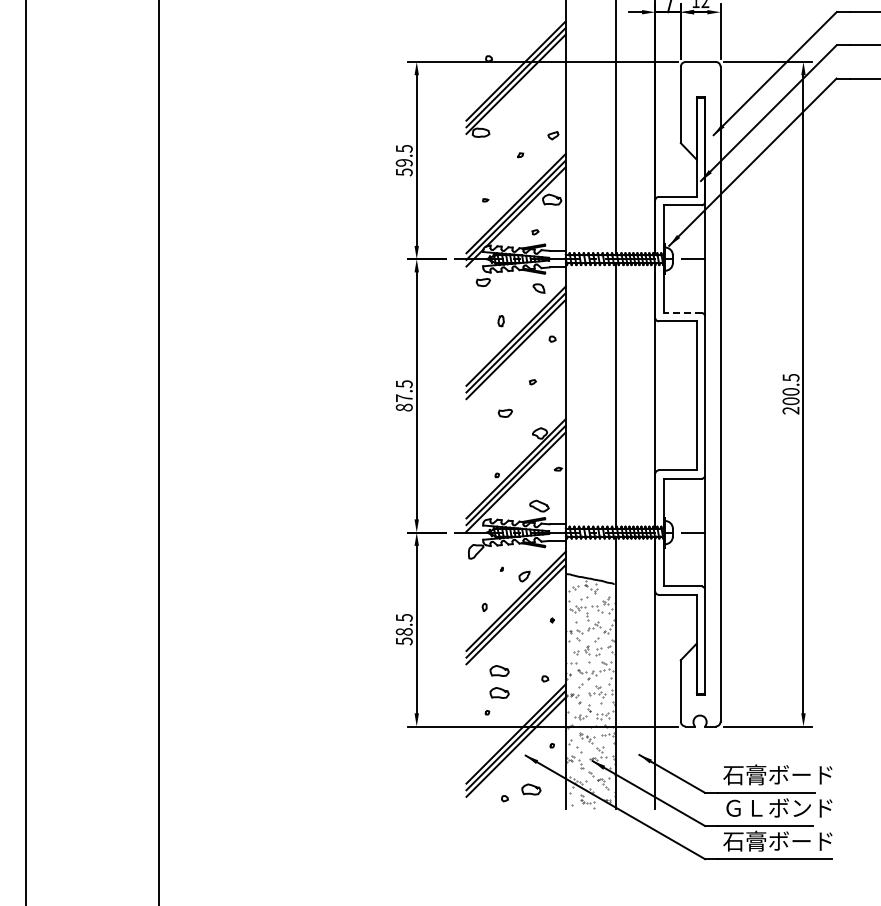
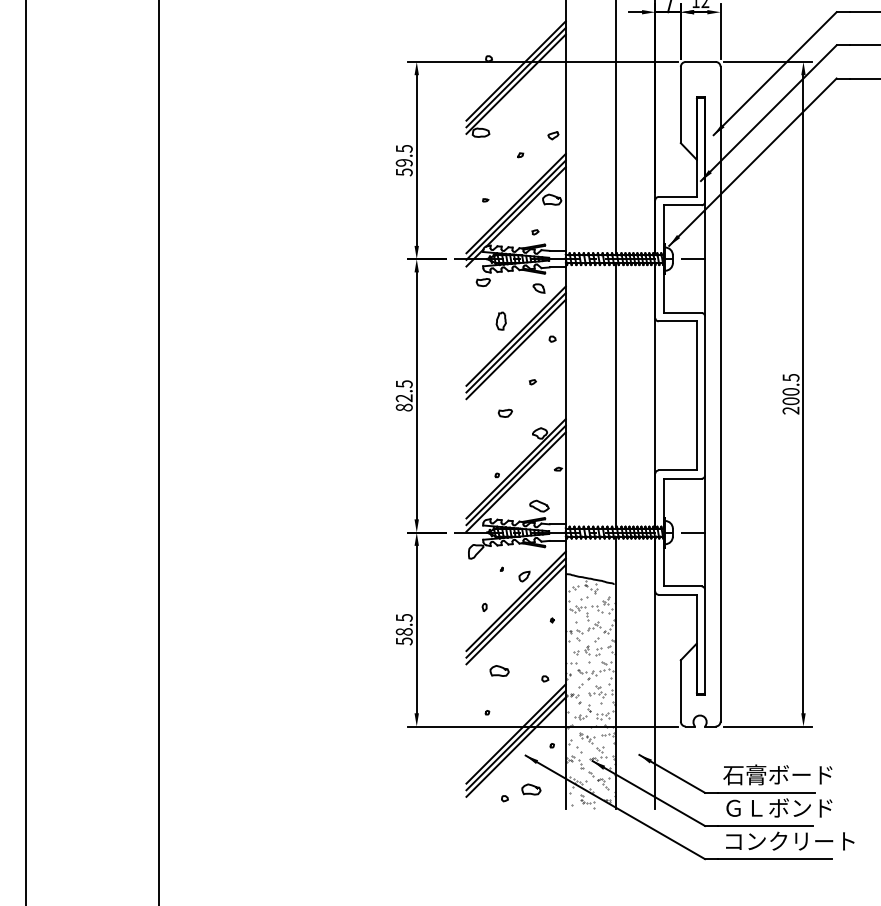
line at (682, 313): dashed -> solid
part at (500, 321) size: 8x13 px -> 12x20 px
text at (403, 398): 87.5 -> 82.5
part at (499, 692): present -> none
text at (788, 840): 石膏ボード -> コンクリート
